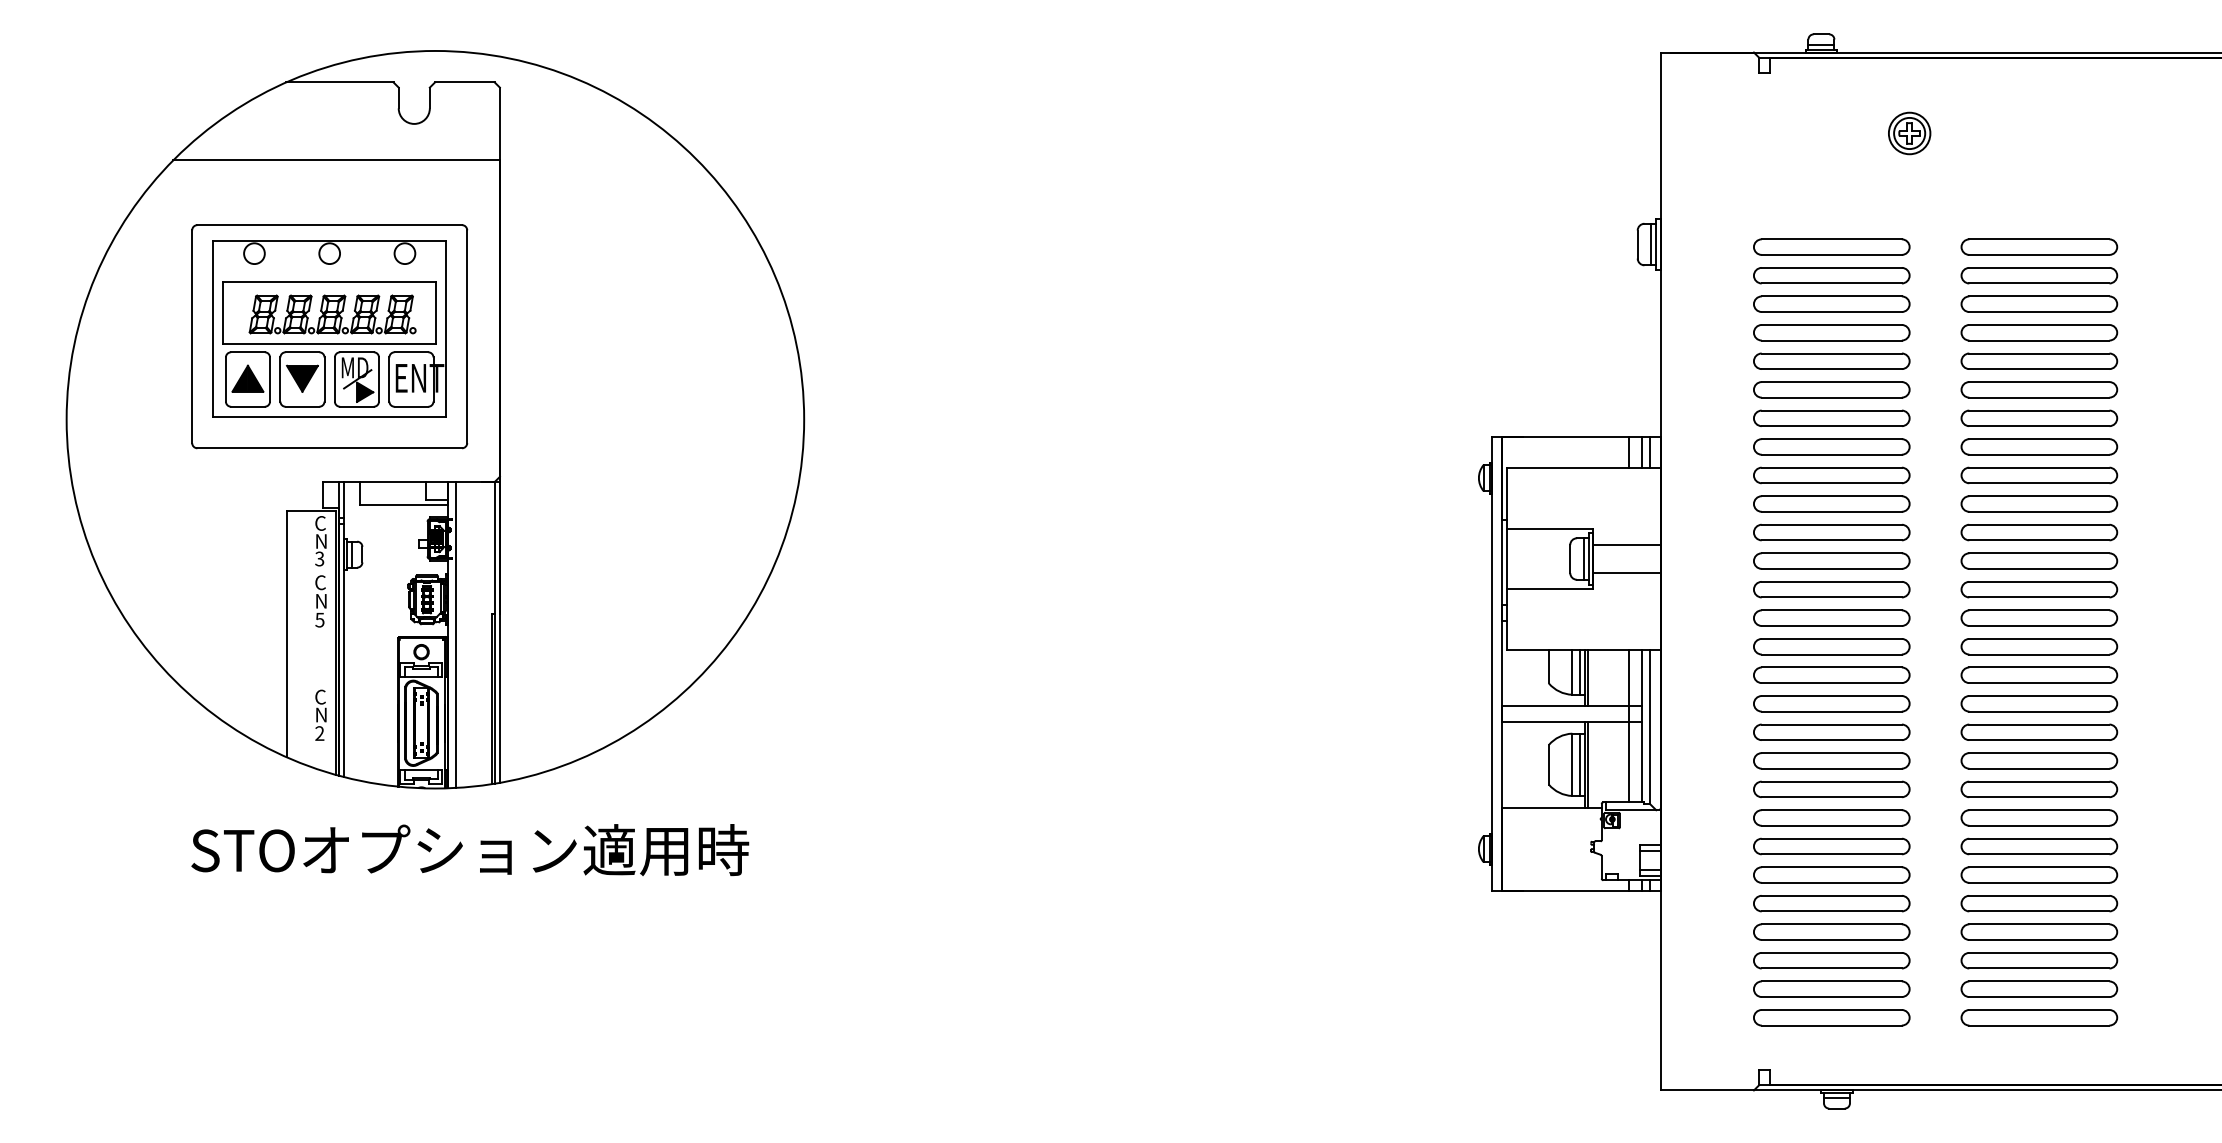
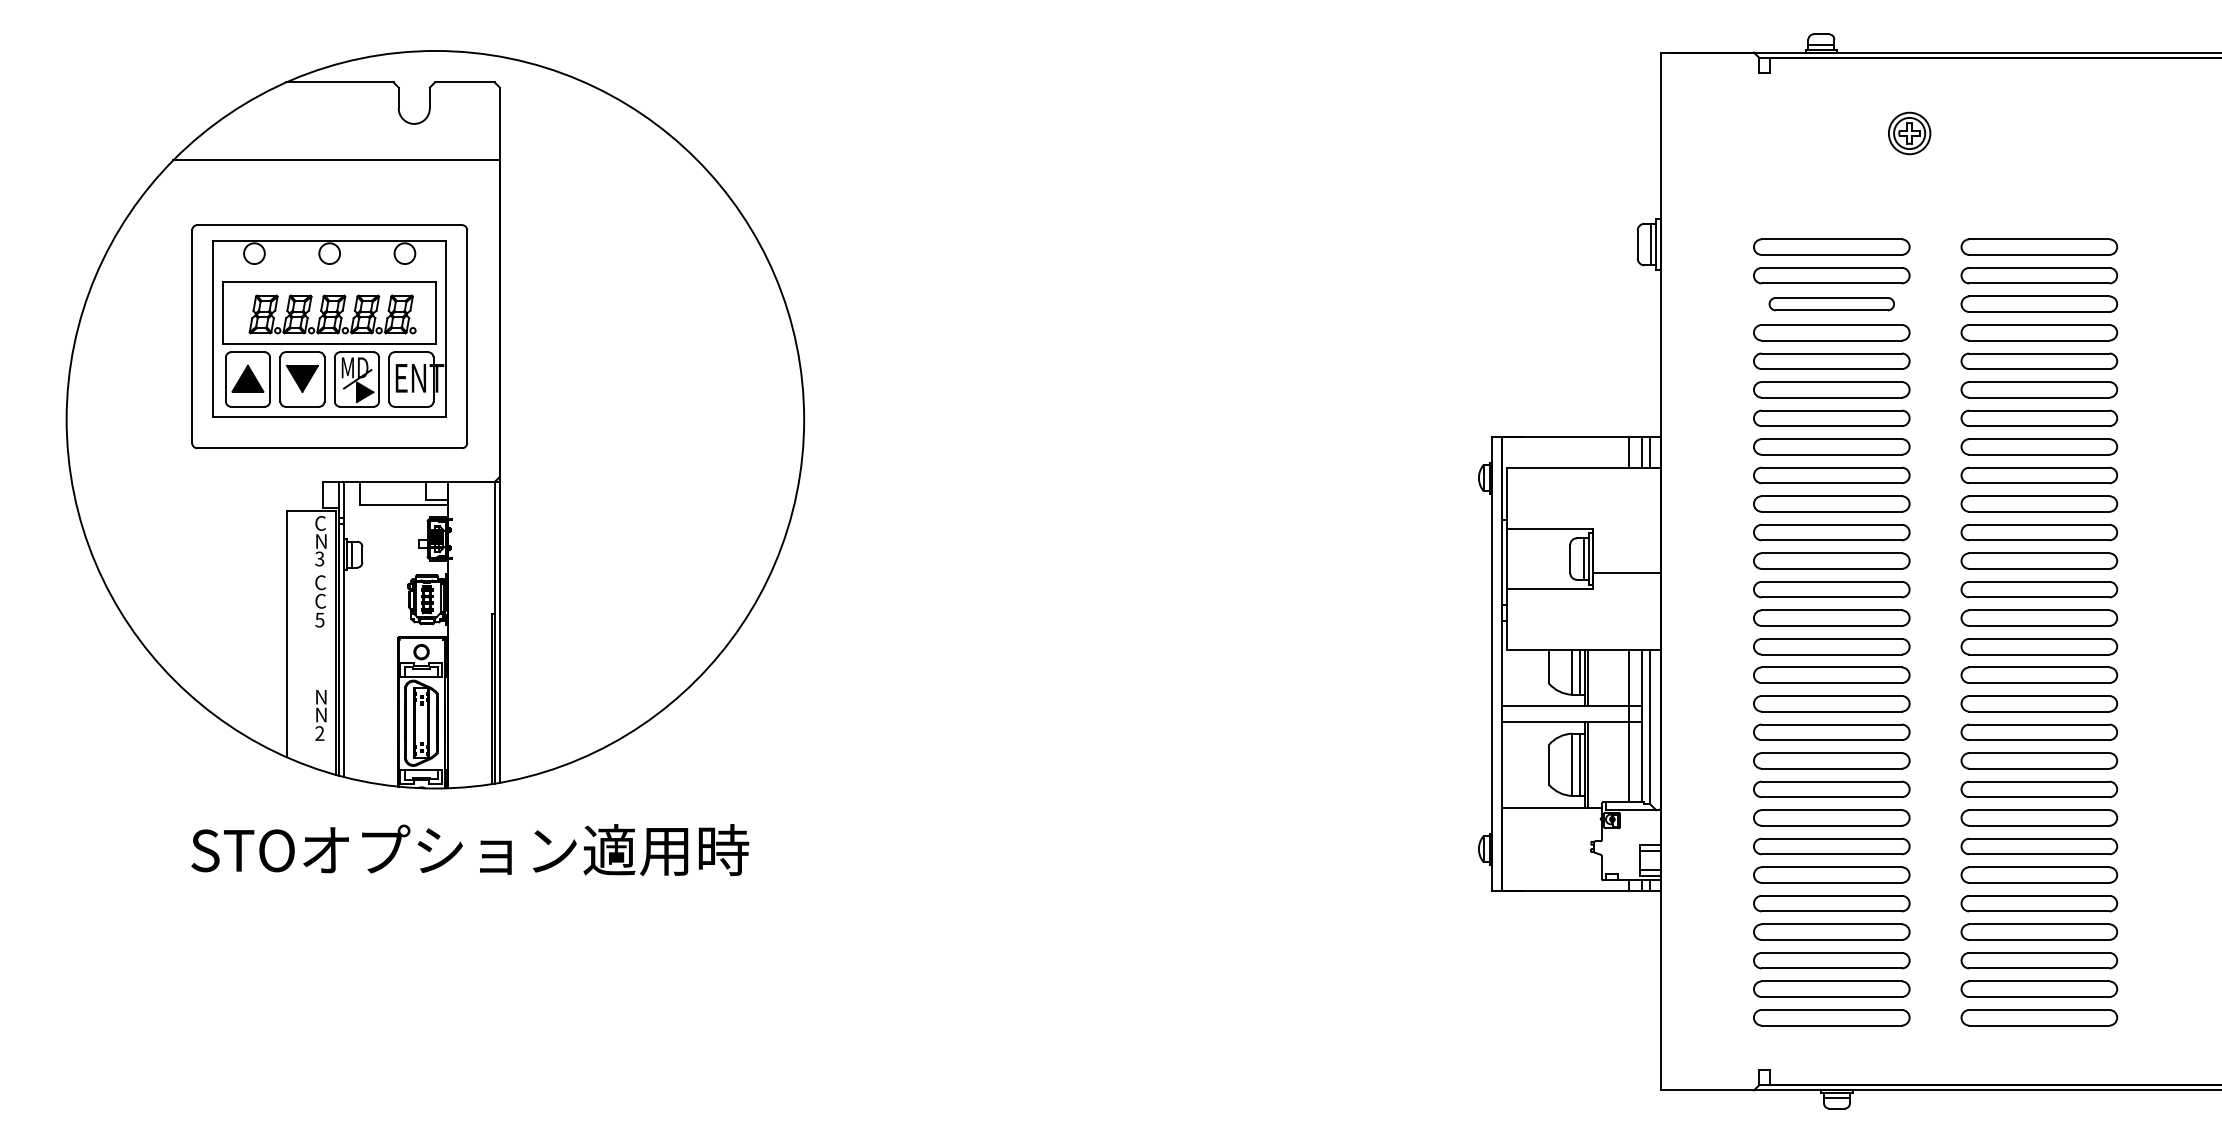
part at (1831, 303) size: 158x18 px -> 127x15 px
line at (1626, 544): present -> none
text at (320, 600): N -> C
line at (456, 634): present -> none
text at (320, 696): C -> N
